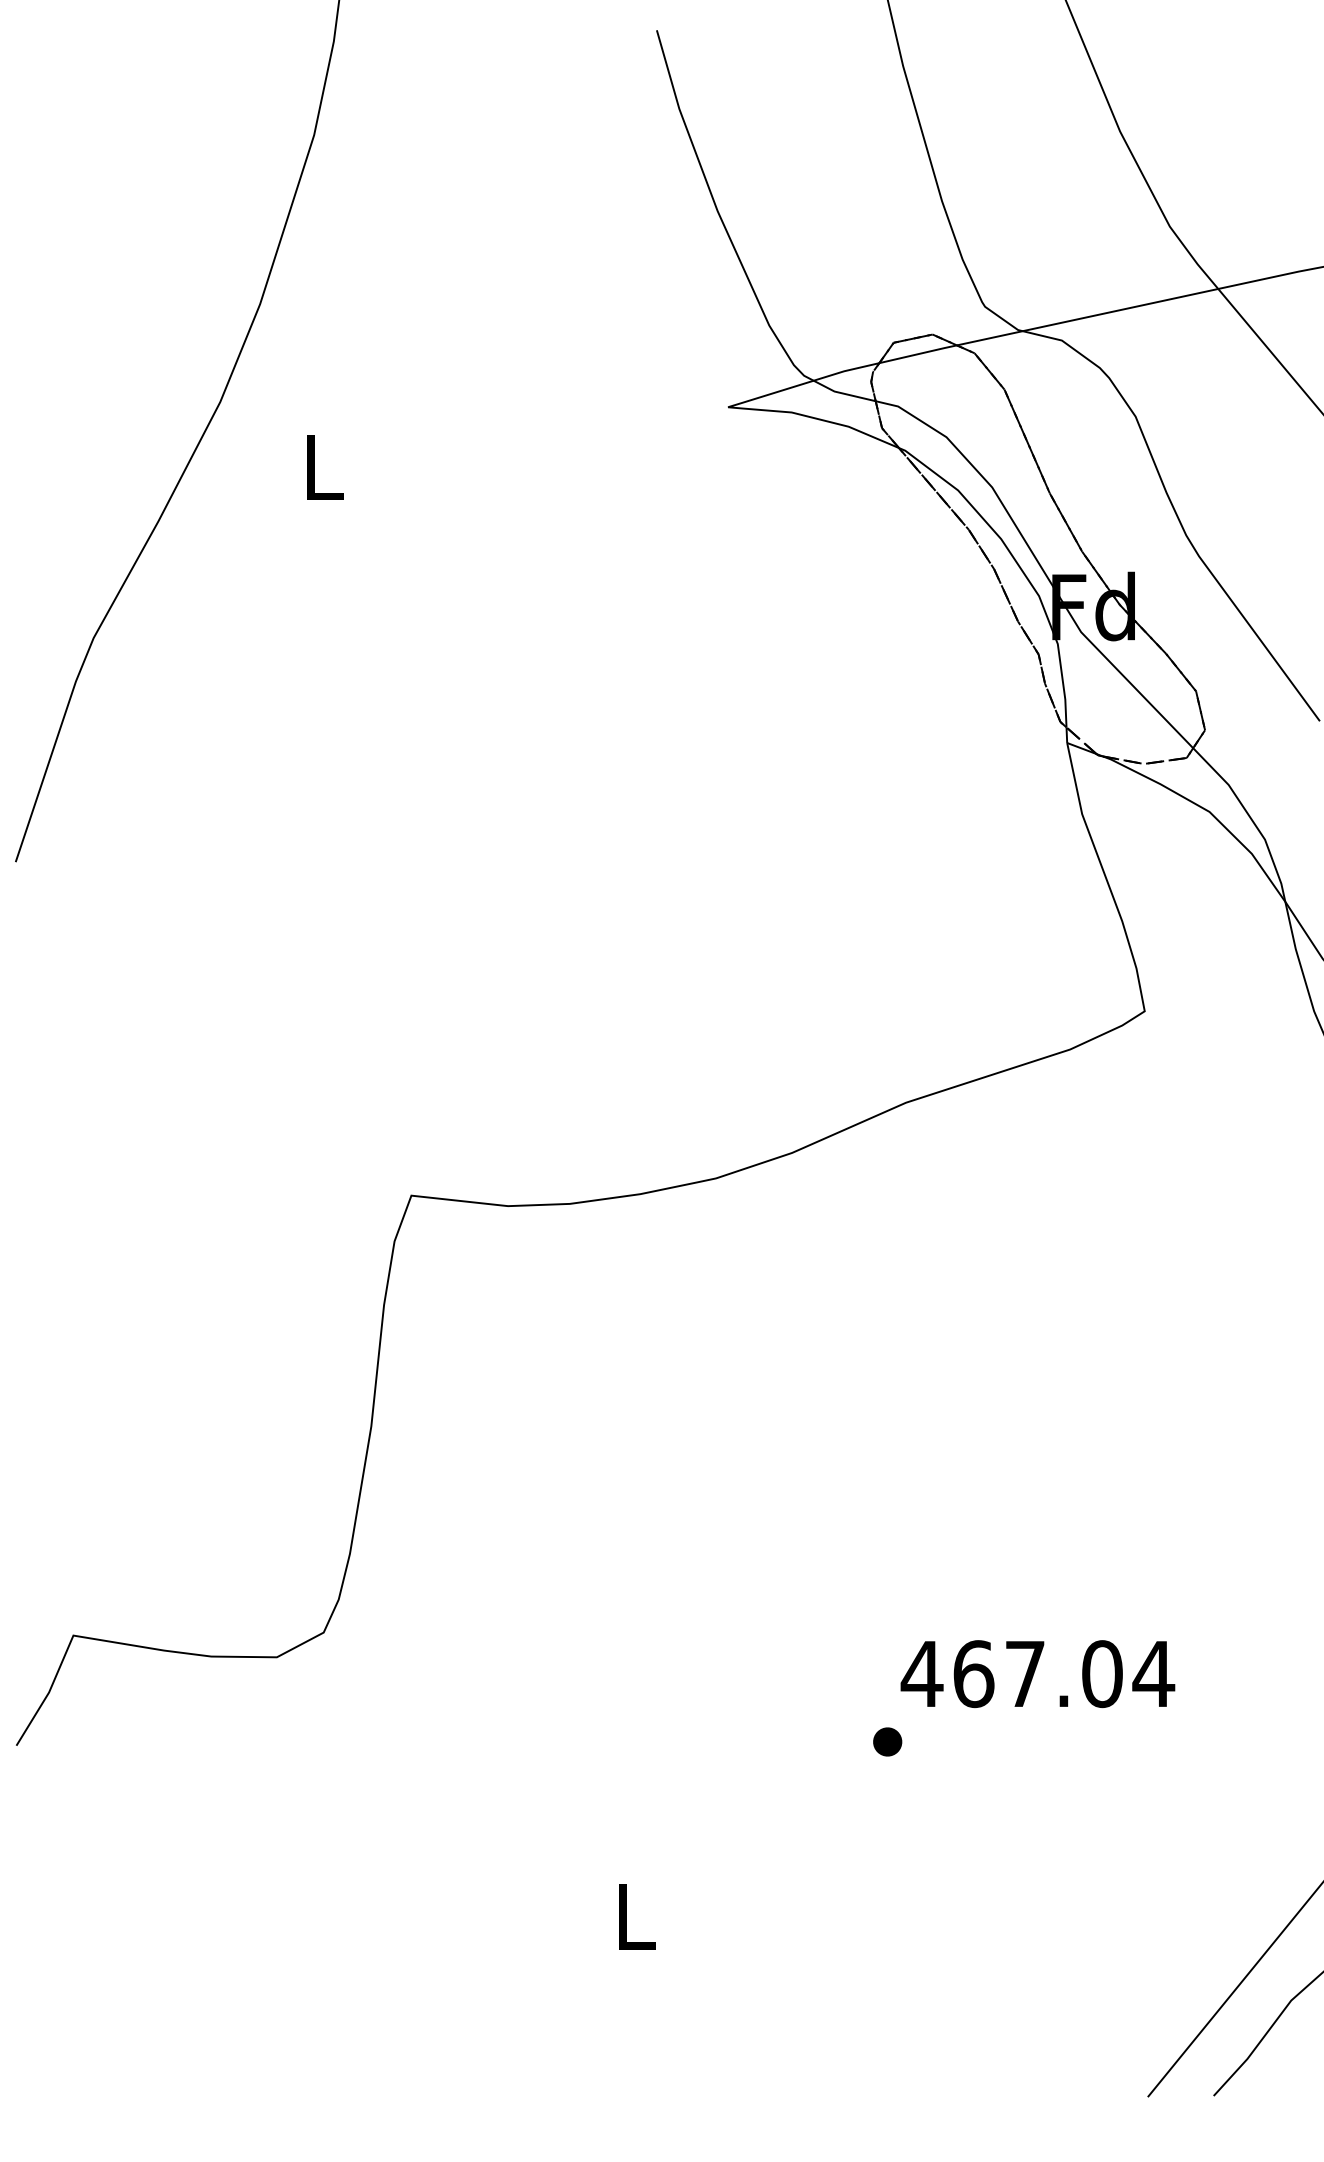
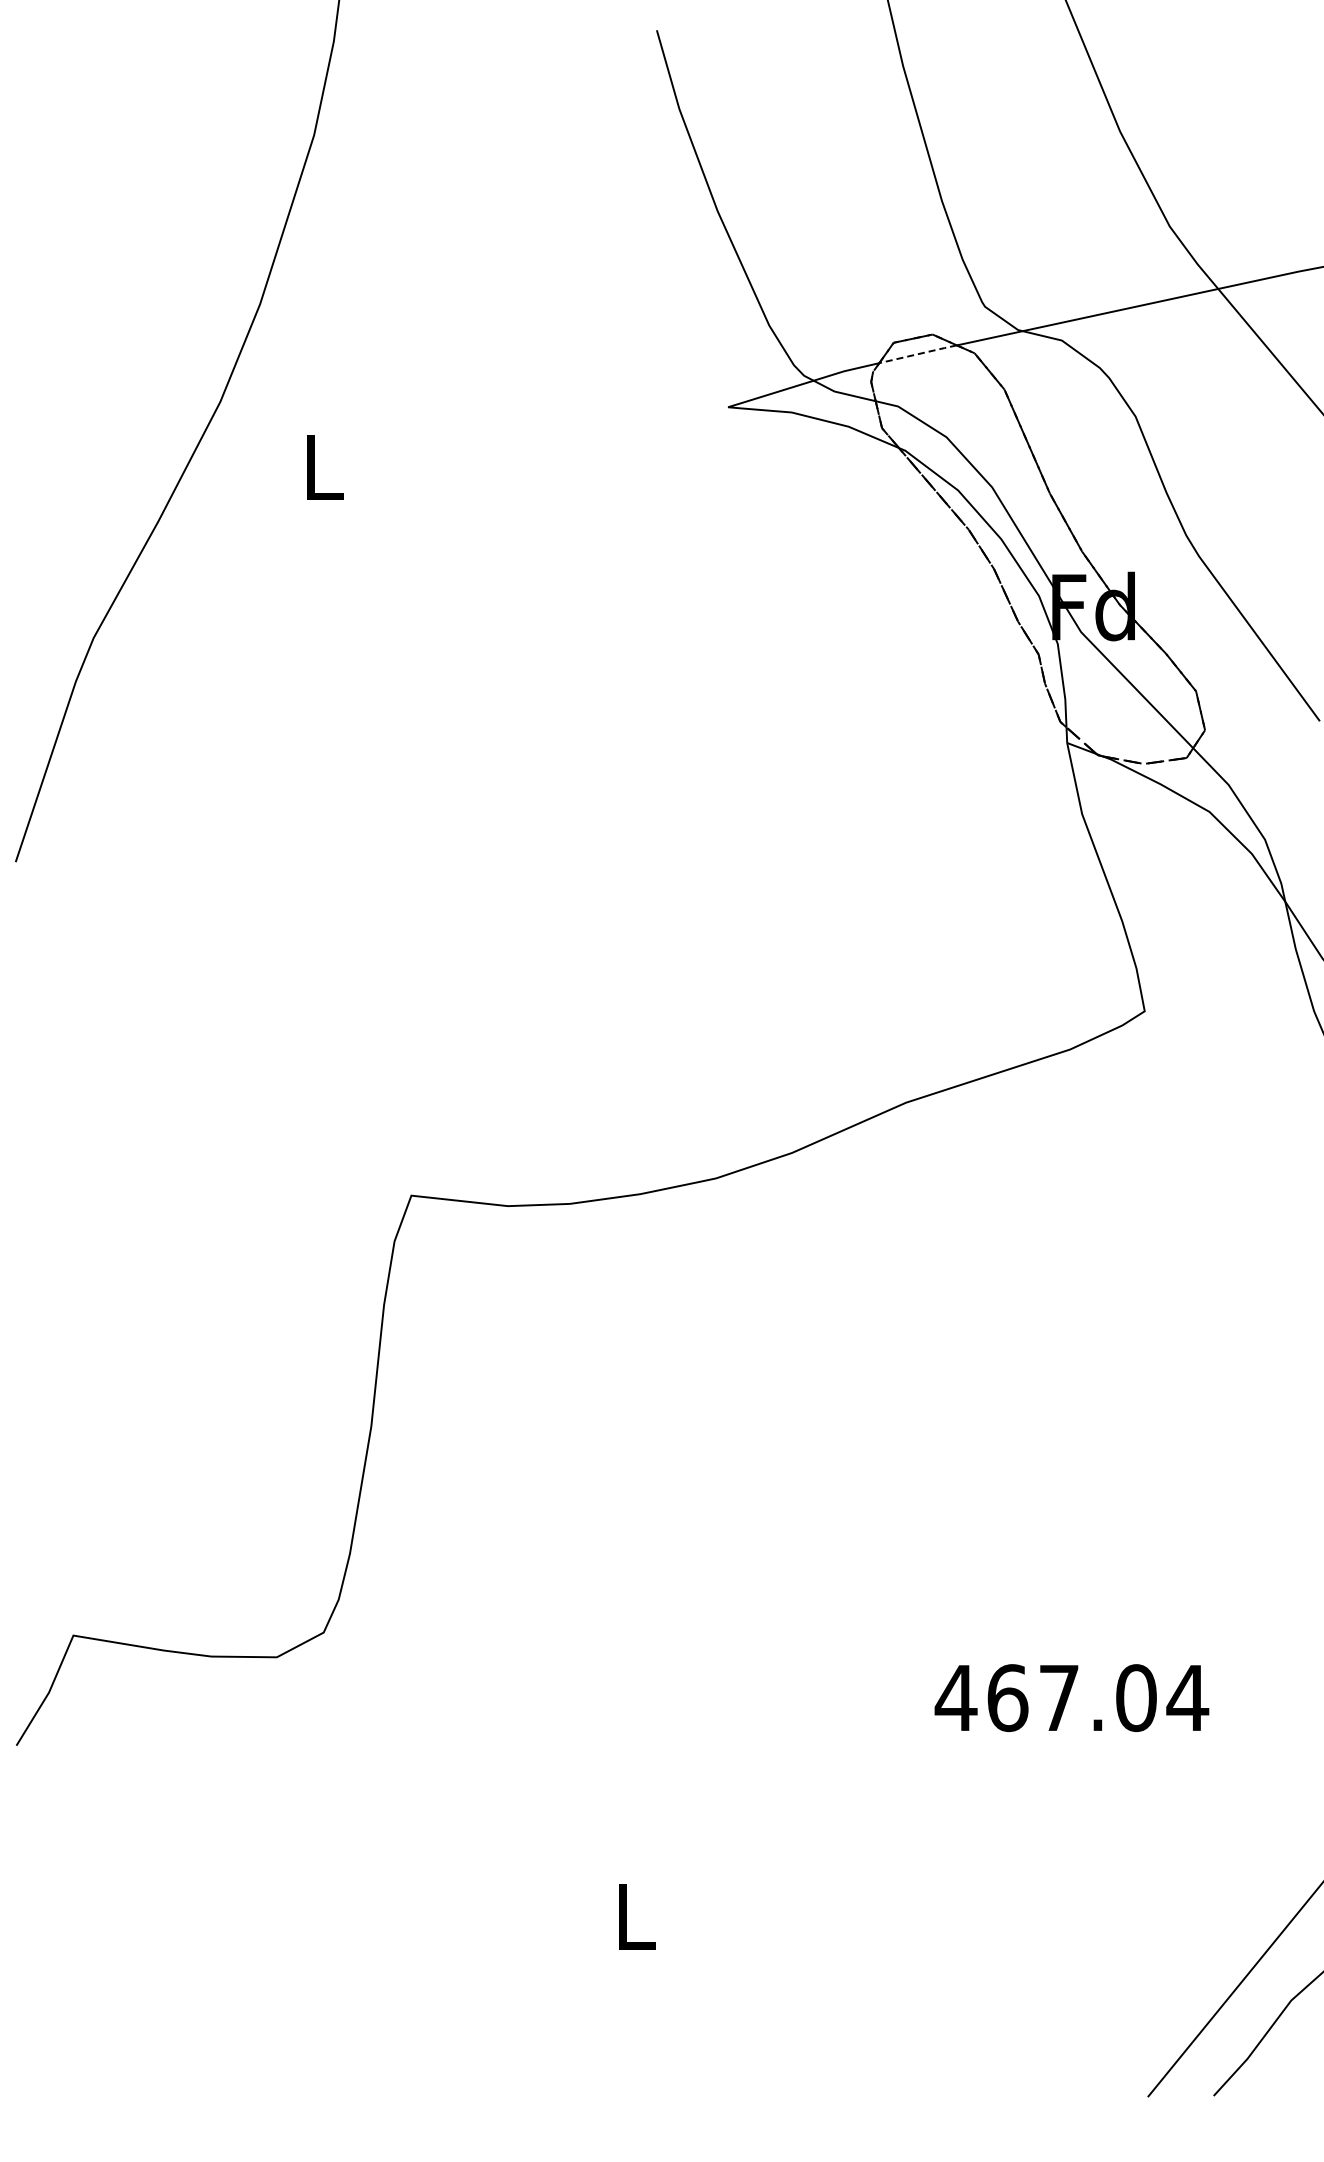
line at (918, 354): solid -> dashed
text at (1037, 1674) position: (1037, 1674) -> (1071, 1698)
part at (887, 1741): present -> none
